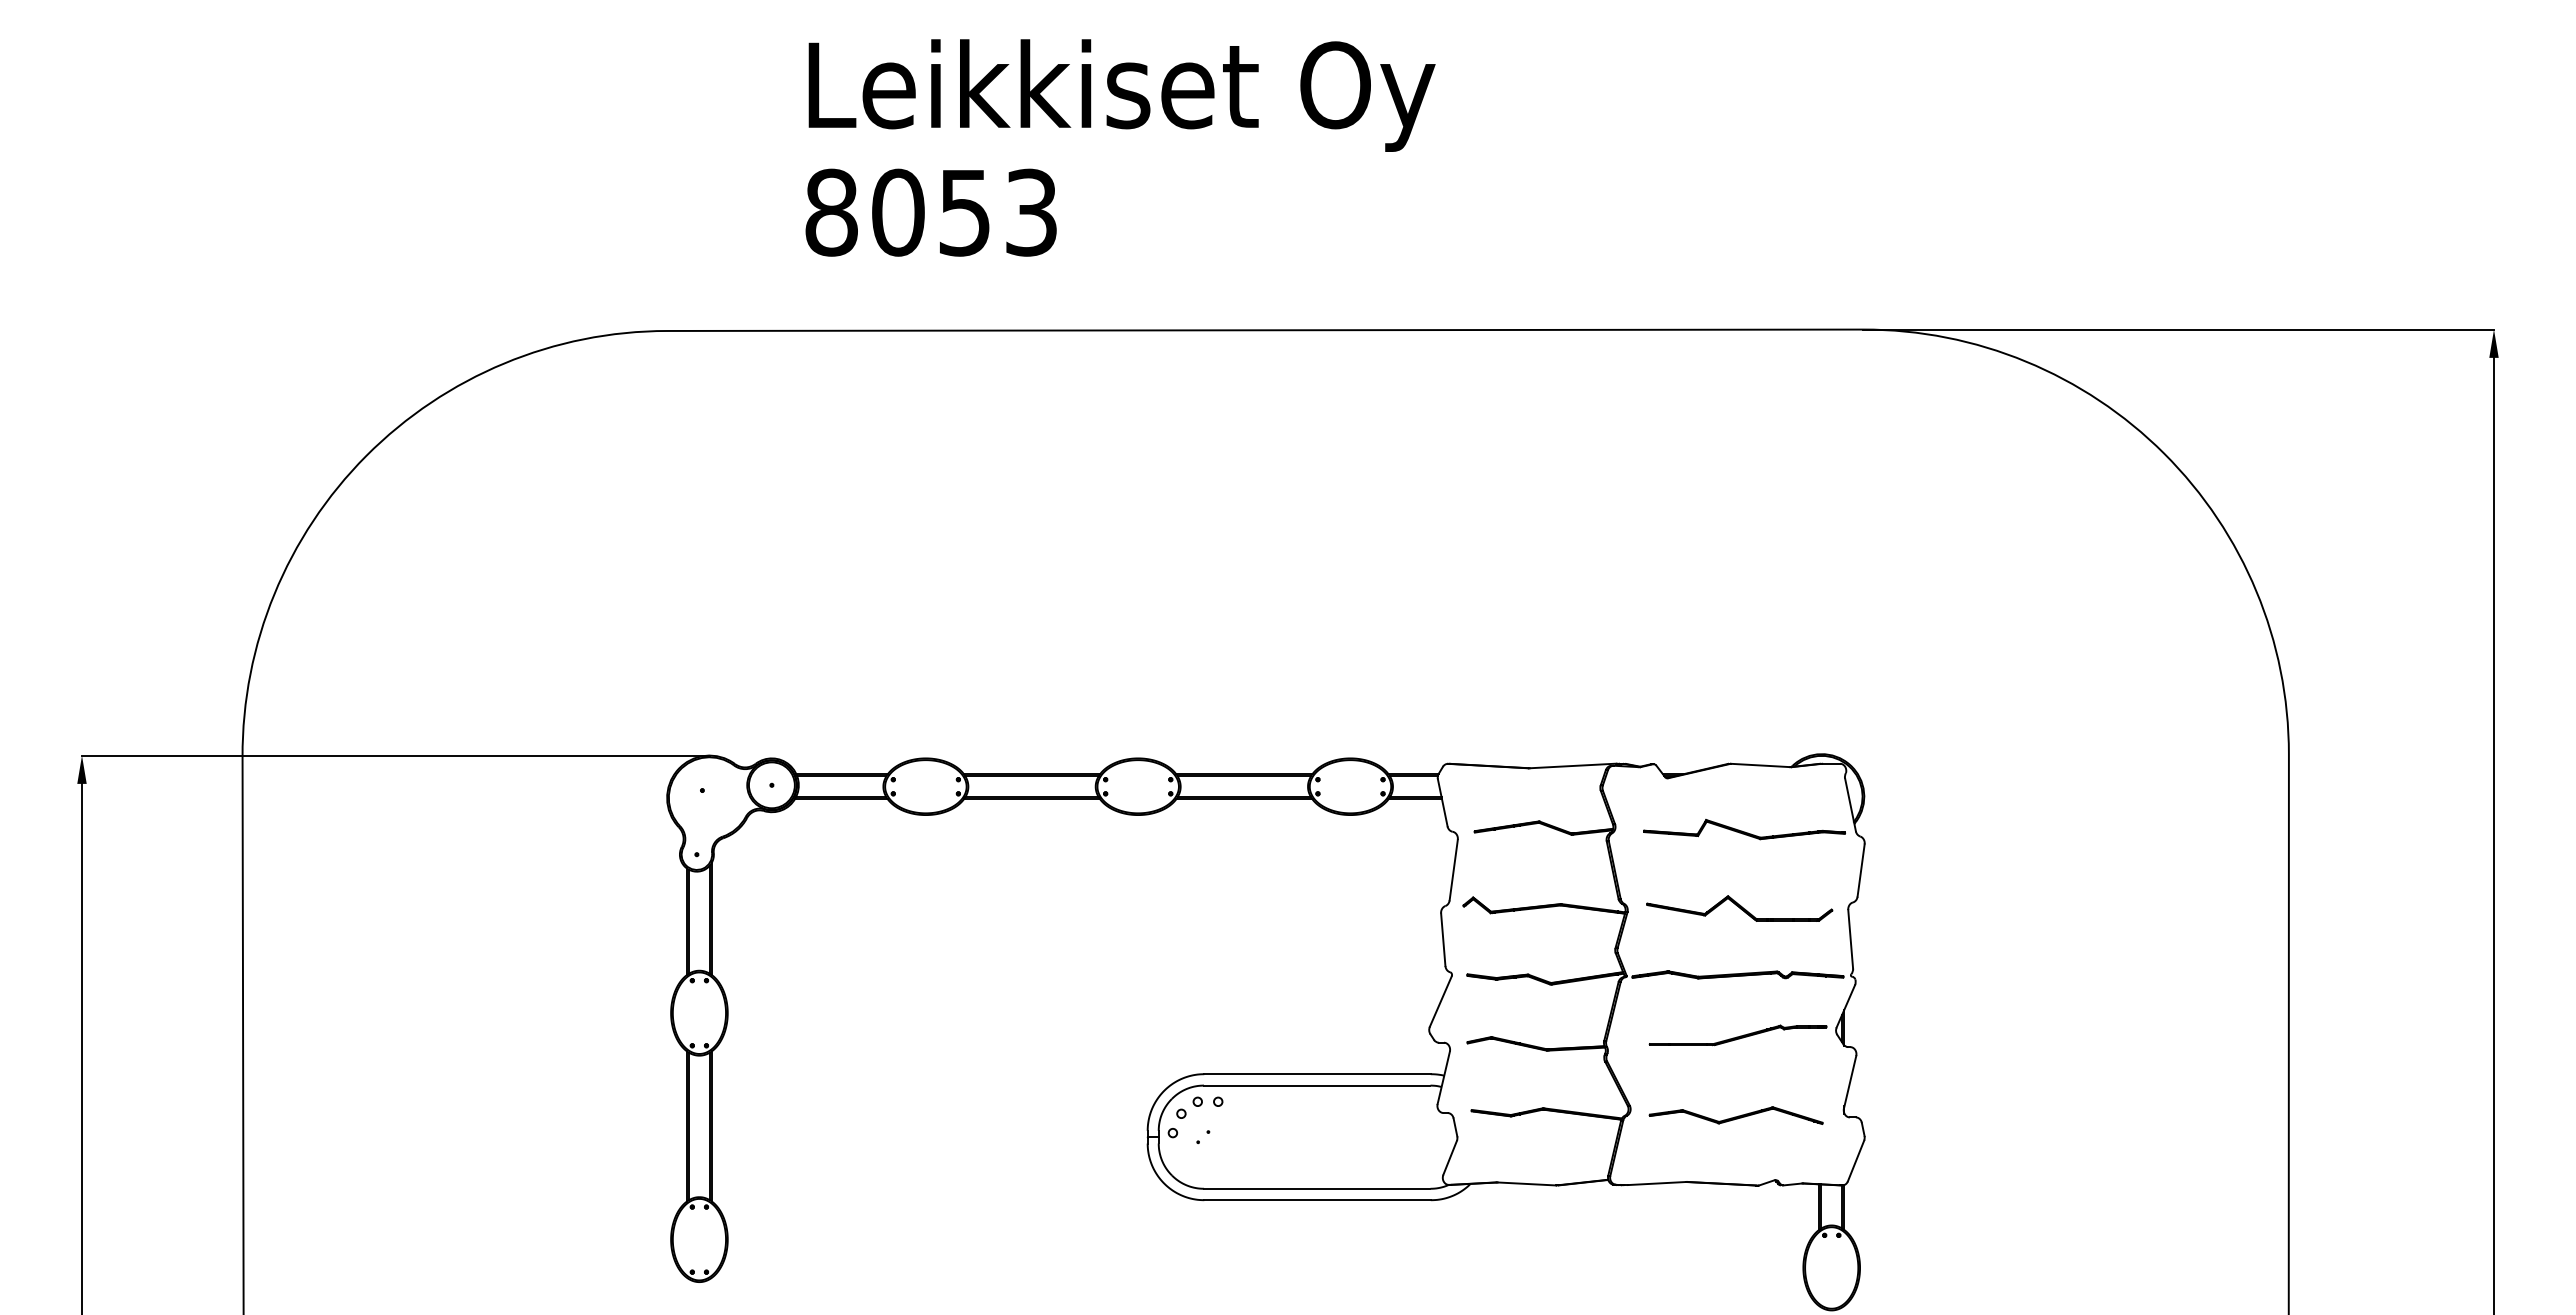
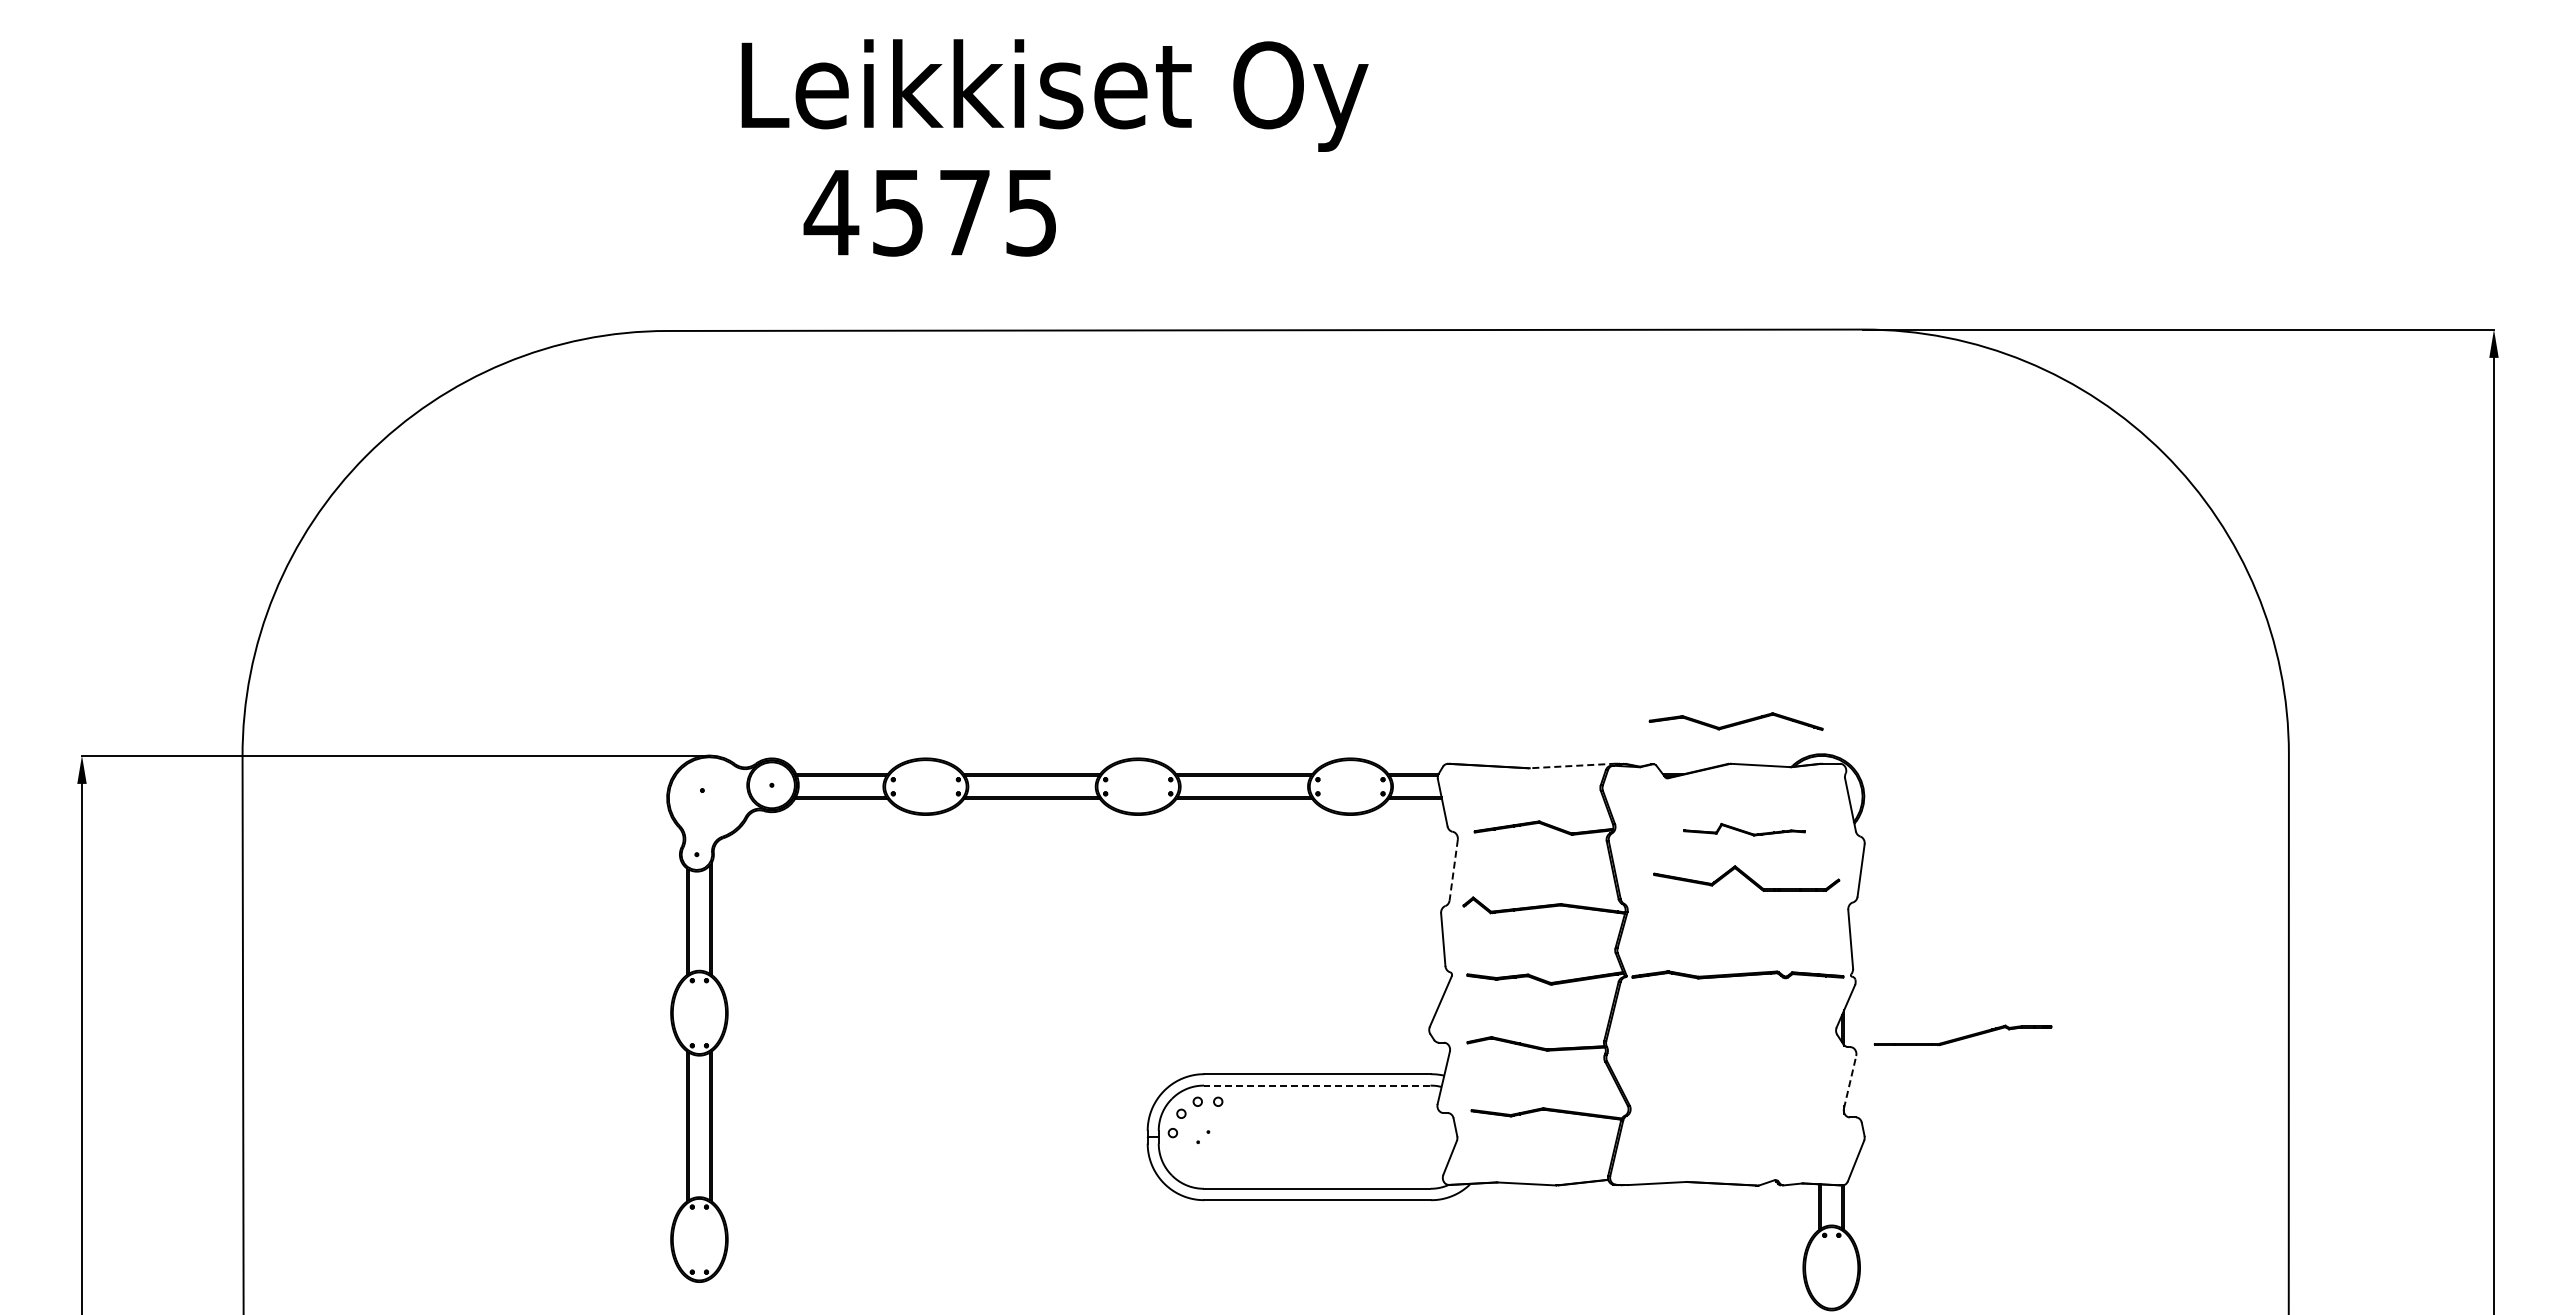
text at (1121, 95) position: (1121, 95) -> (1054, 95)
text at (929, 212): 8053 -> 4575
line at (1572, 766): solid -> dashed
part at (1744, 829) size: 203x22 px -> 123x15 px
line at (1453, 870): solid -> dashed
part at (1739, 908) position: (1739, 908) -> (1746, 878)
part at (1737, 1035) position: (1737, 1035) -> (1962, 1035)
line at (1850, 1082): solid -> dashed
line at (1316, 1085): solid -> dashed
part at (1735, 1115) position: (1735, 1115) -> (1735, 721)
